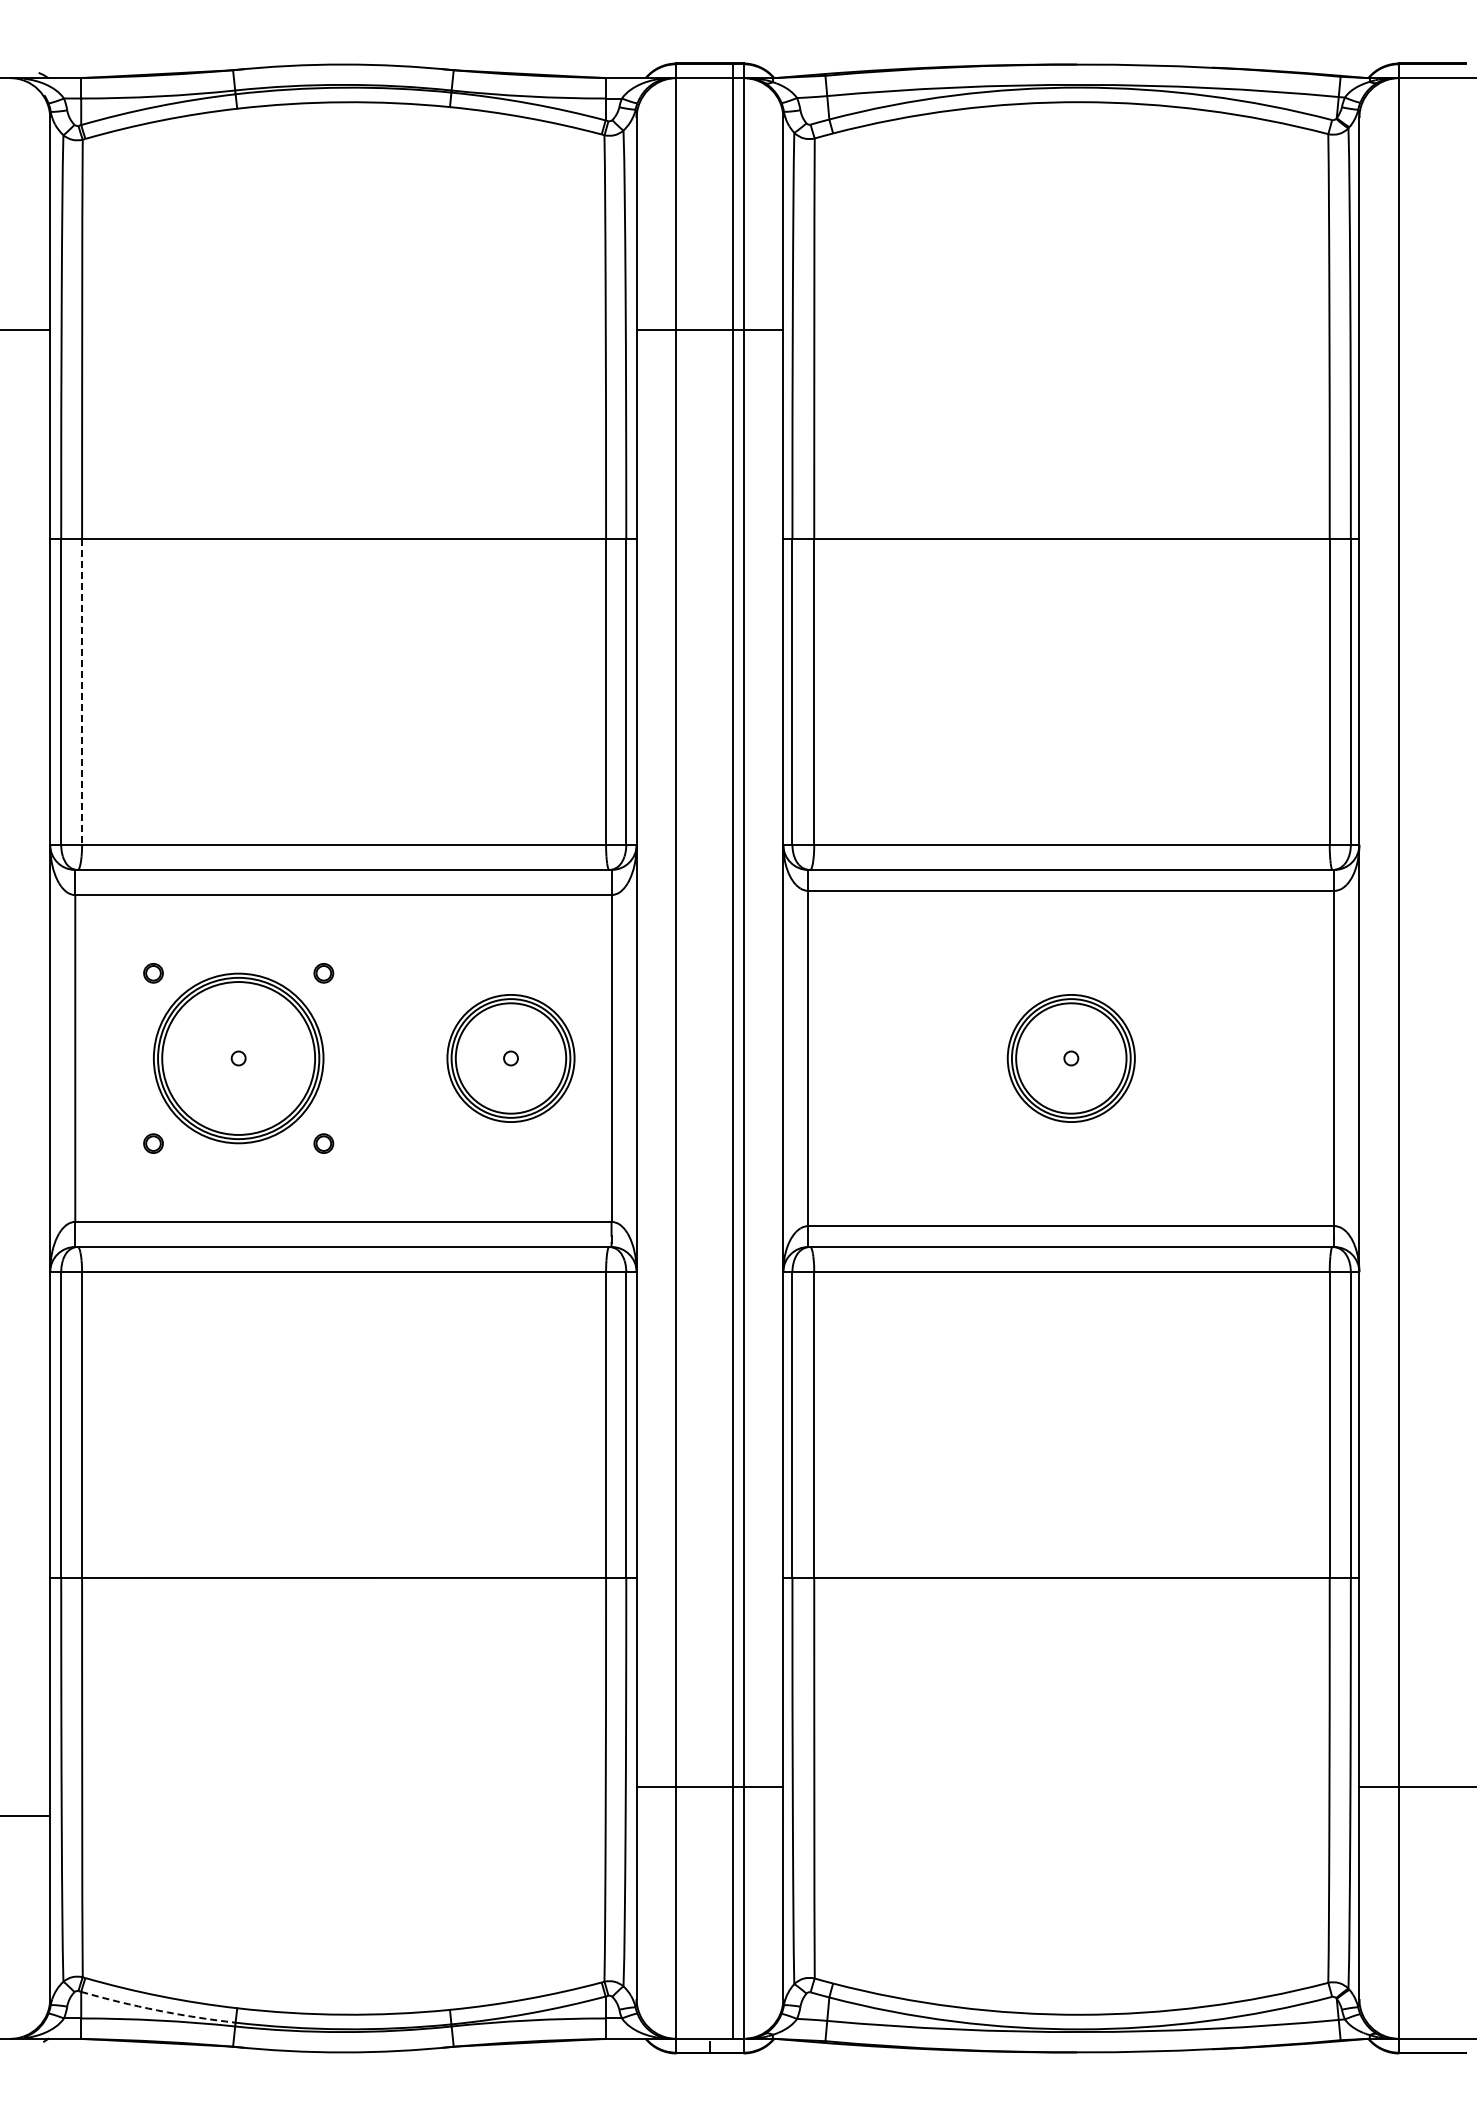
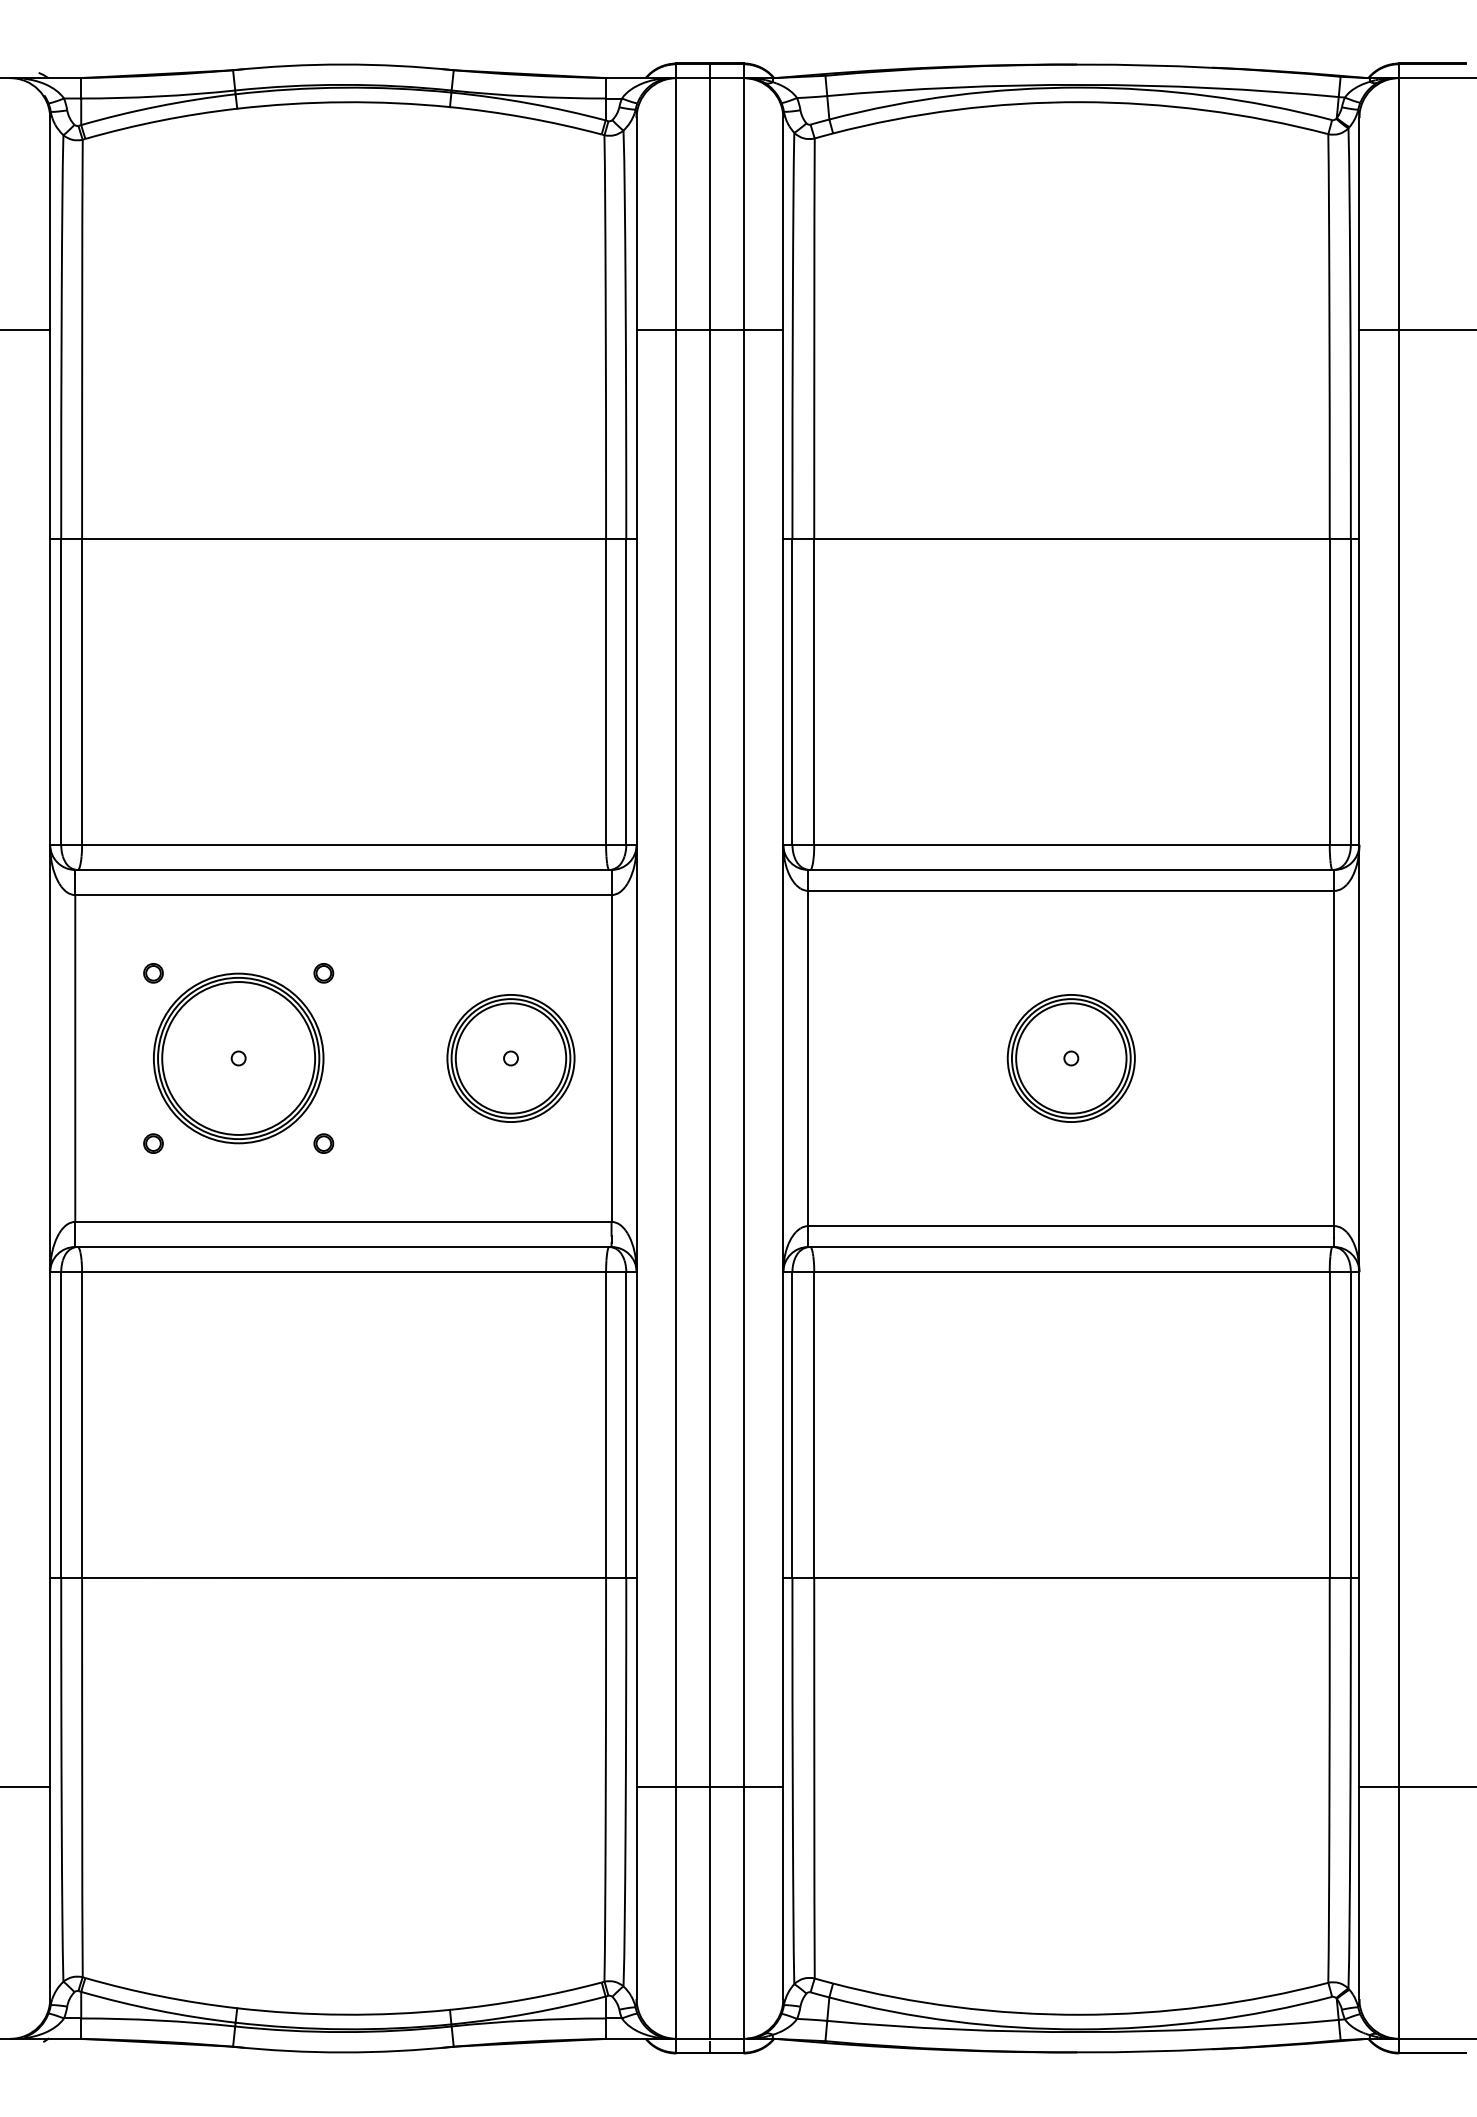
line at (1416, 329): none -> present
line at (82, 691): dashed -> solid
line at (733, 1050) position: (733, 1050) -> (710, 1050)
line at (26, 1816) position: (26, 1816) -> (26, 1787)
arc at (157, 2010): dashed -> solid
